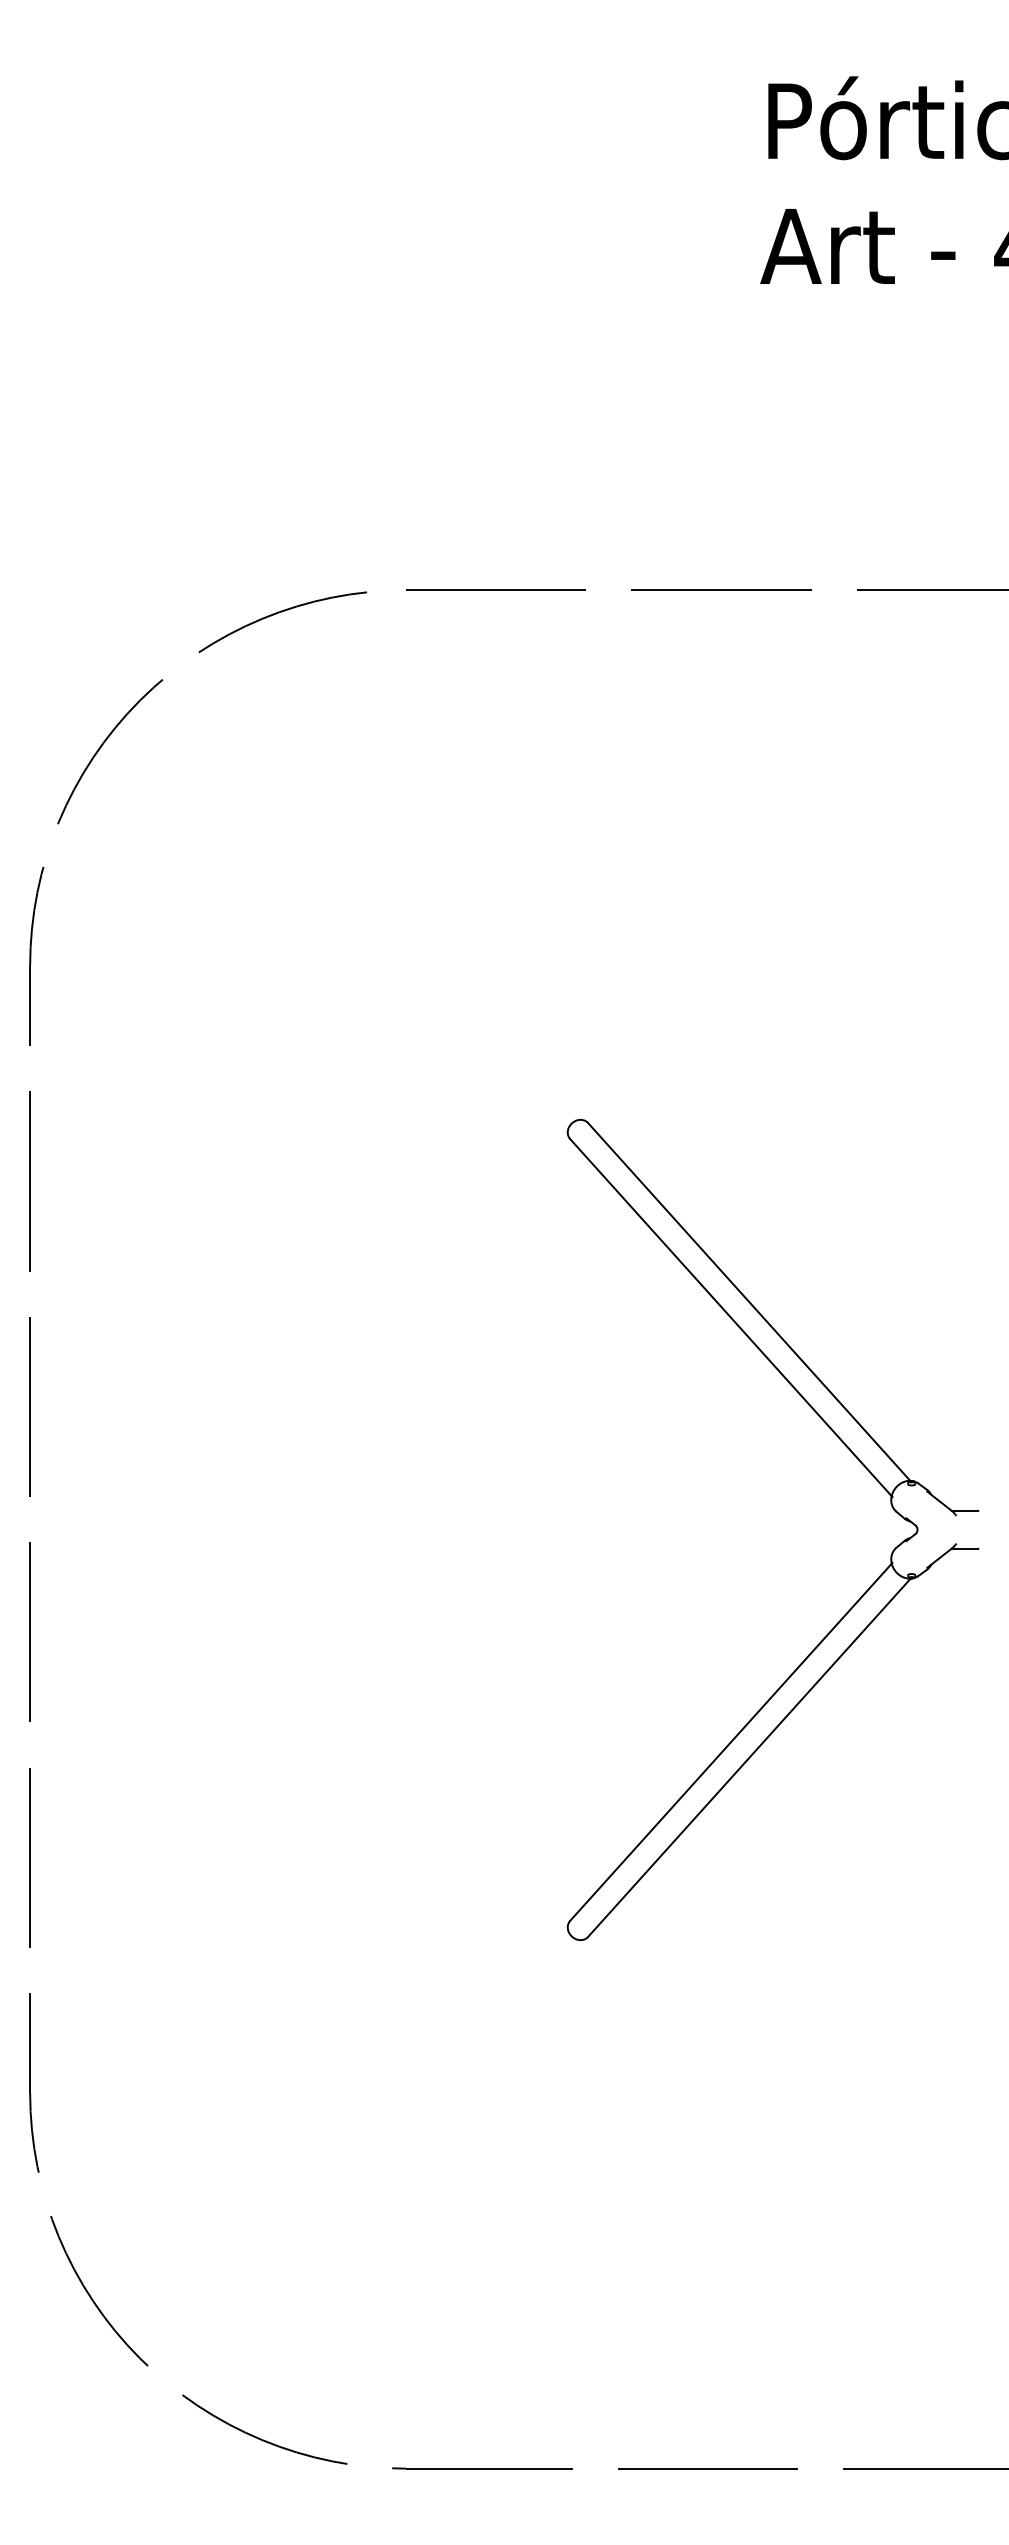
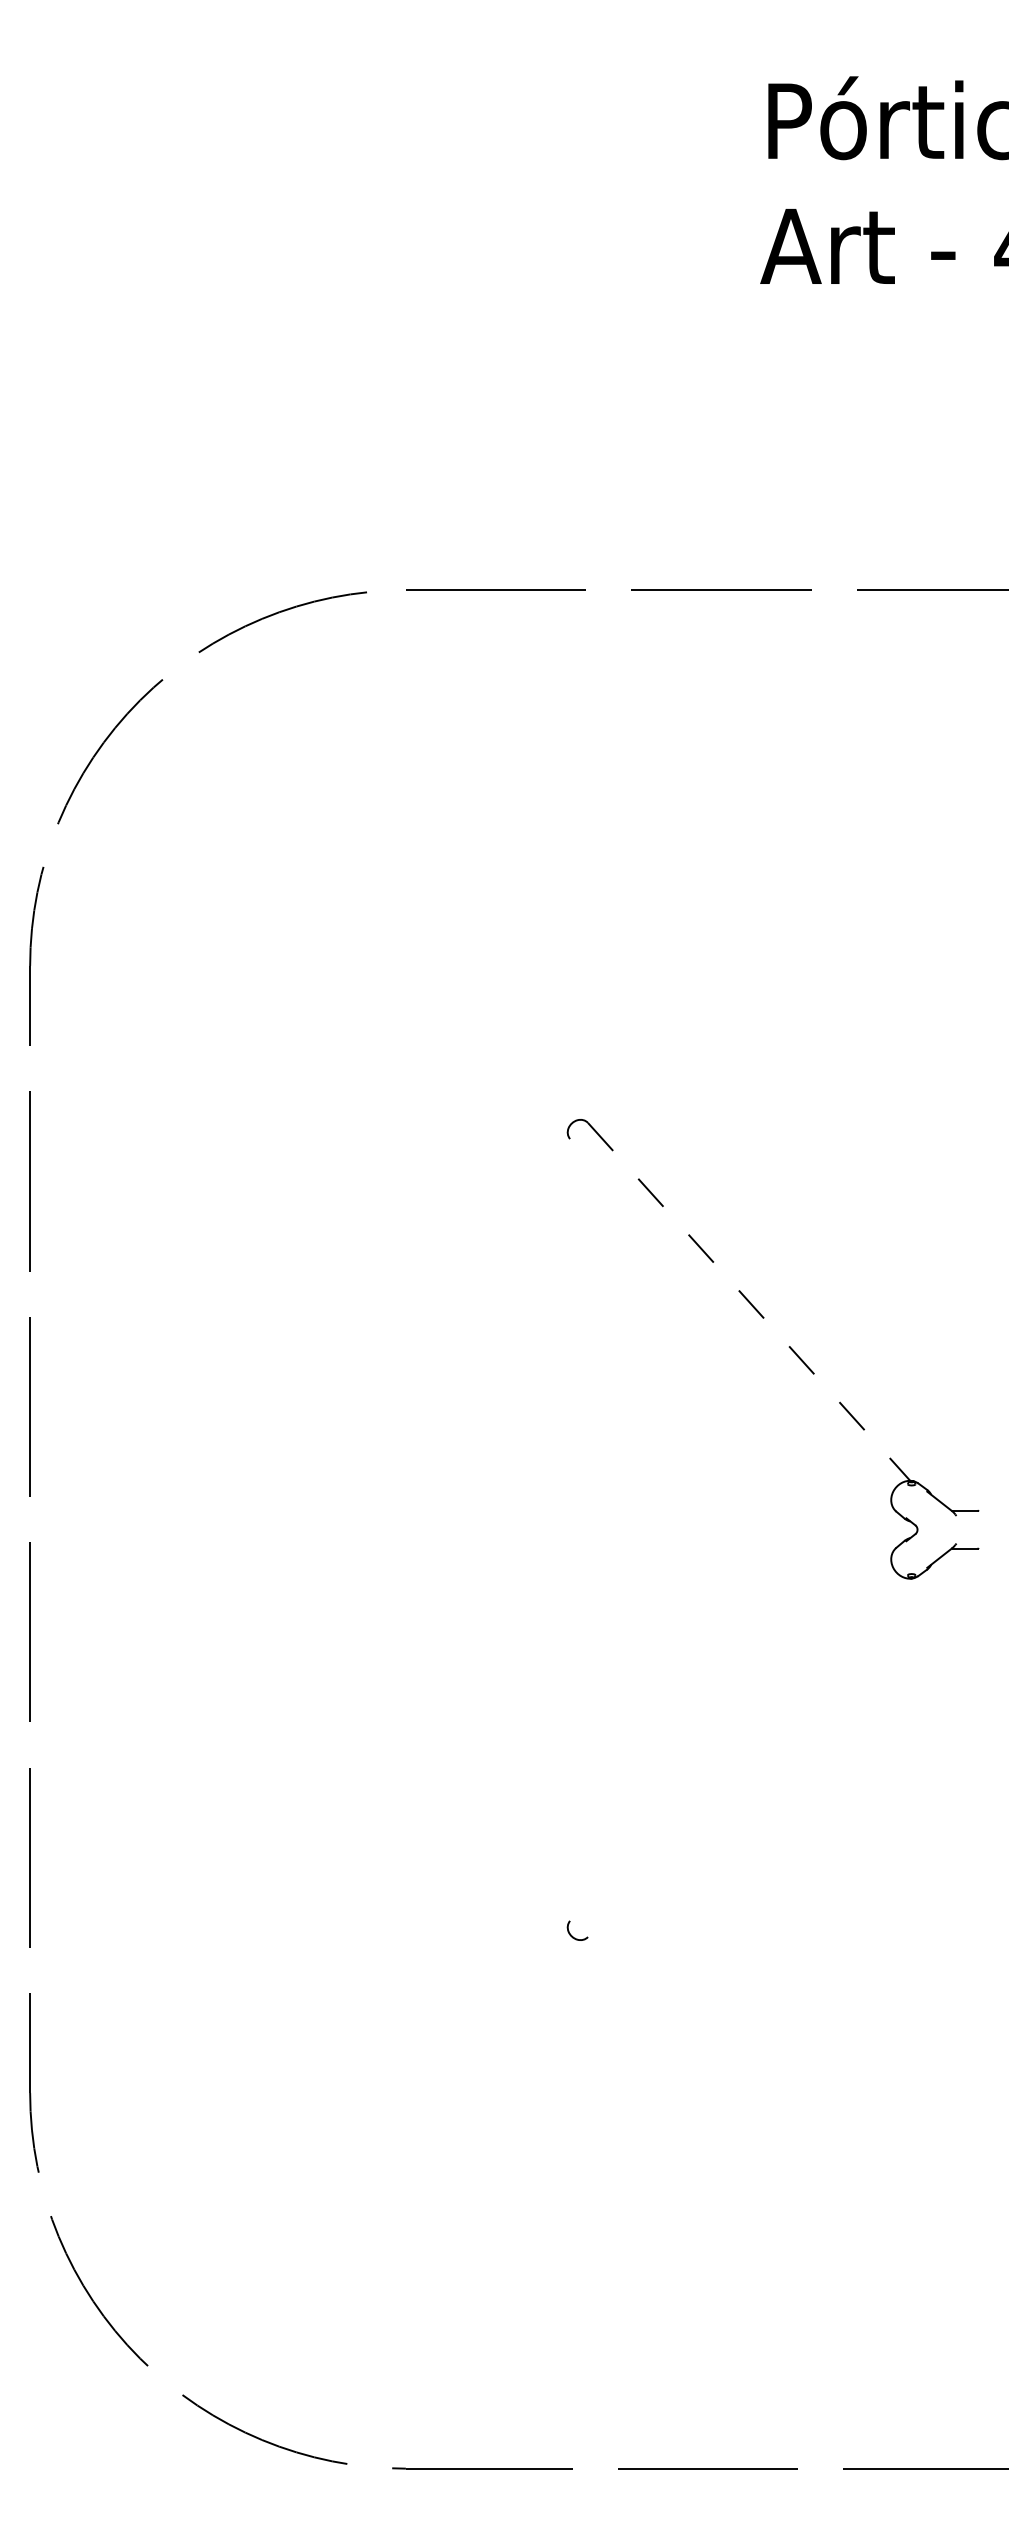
line at (749, 1302): solid -> dashed
line at (731, 1318): present -> none
line at (731, 1741): present -> none
line at (749, 1757): present -> none
